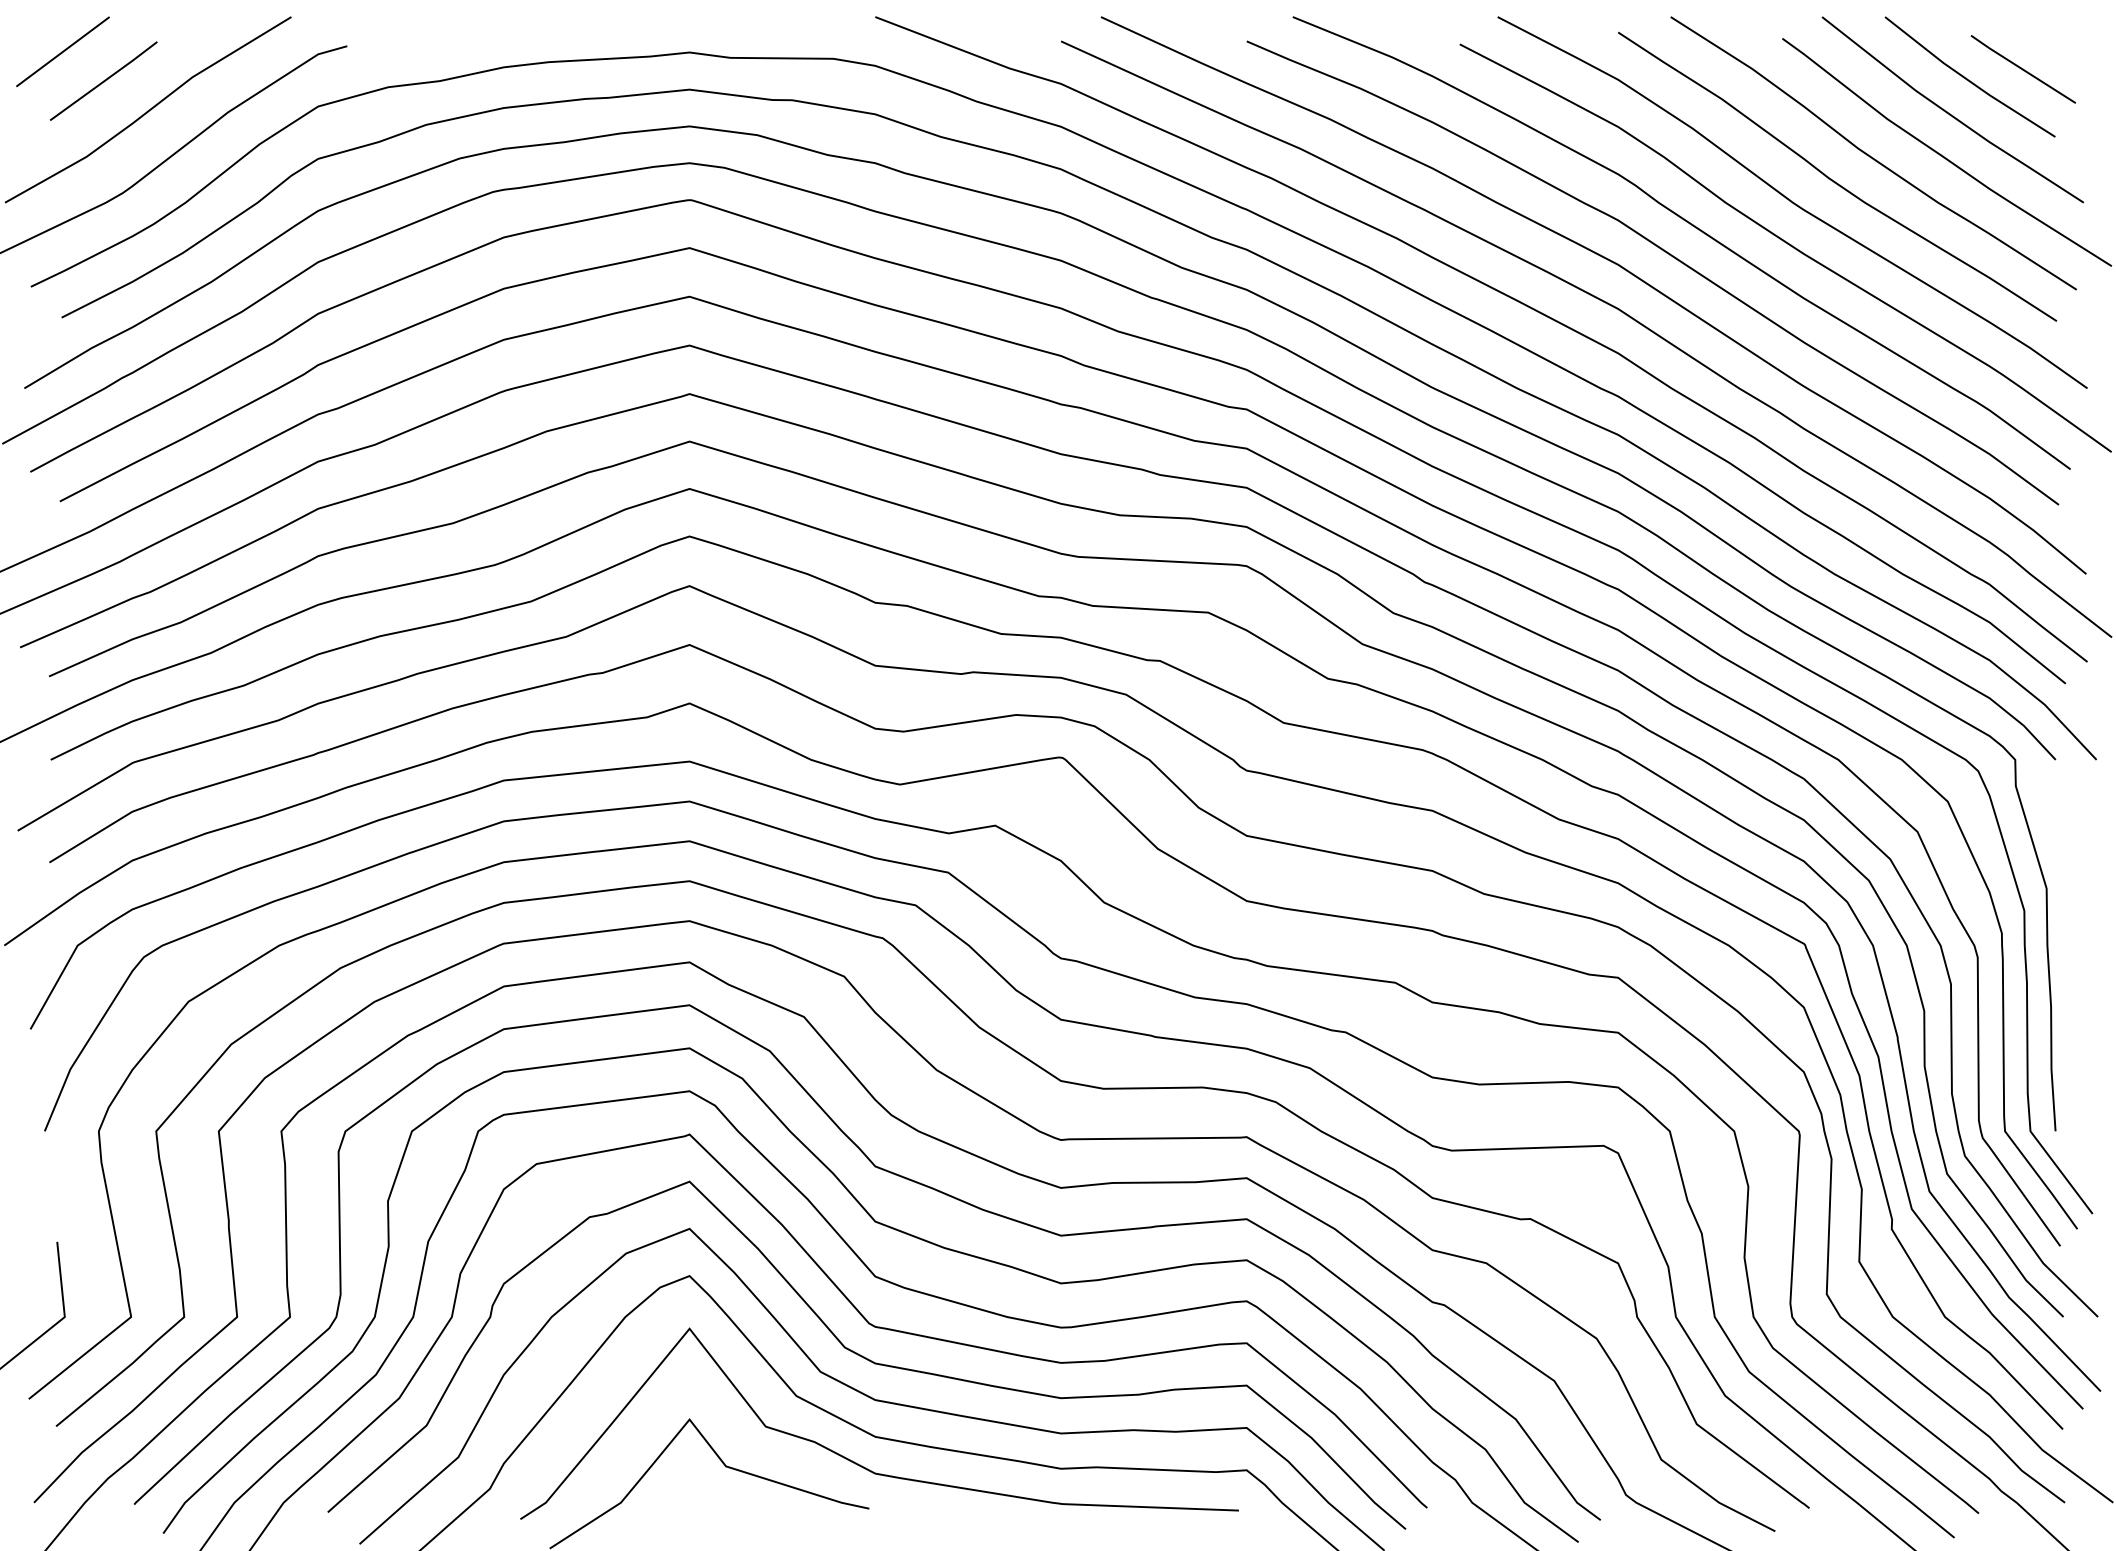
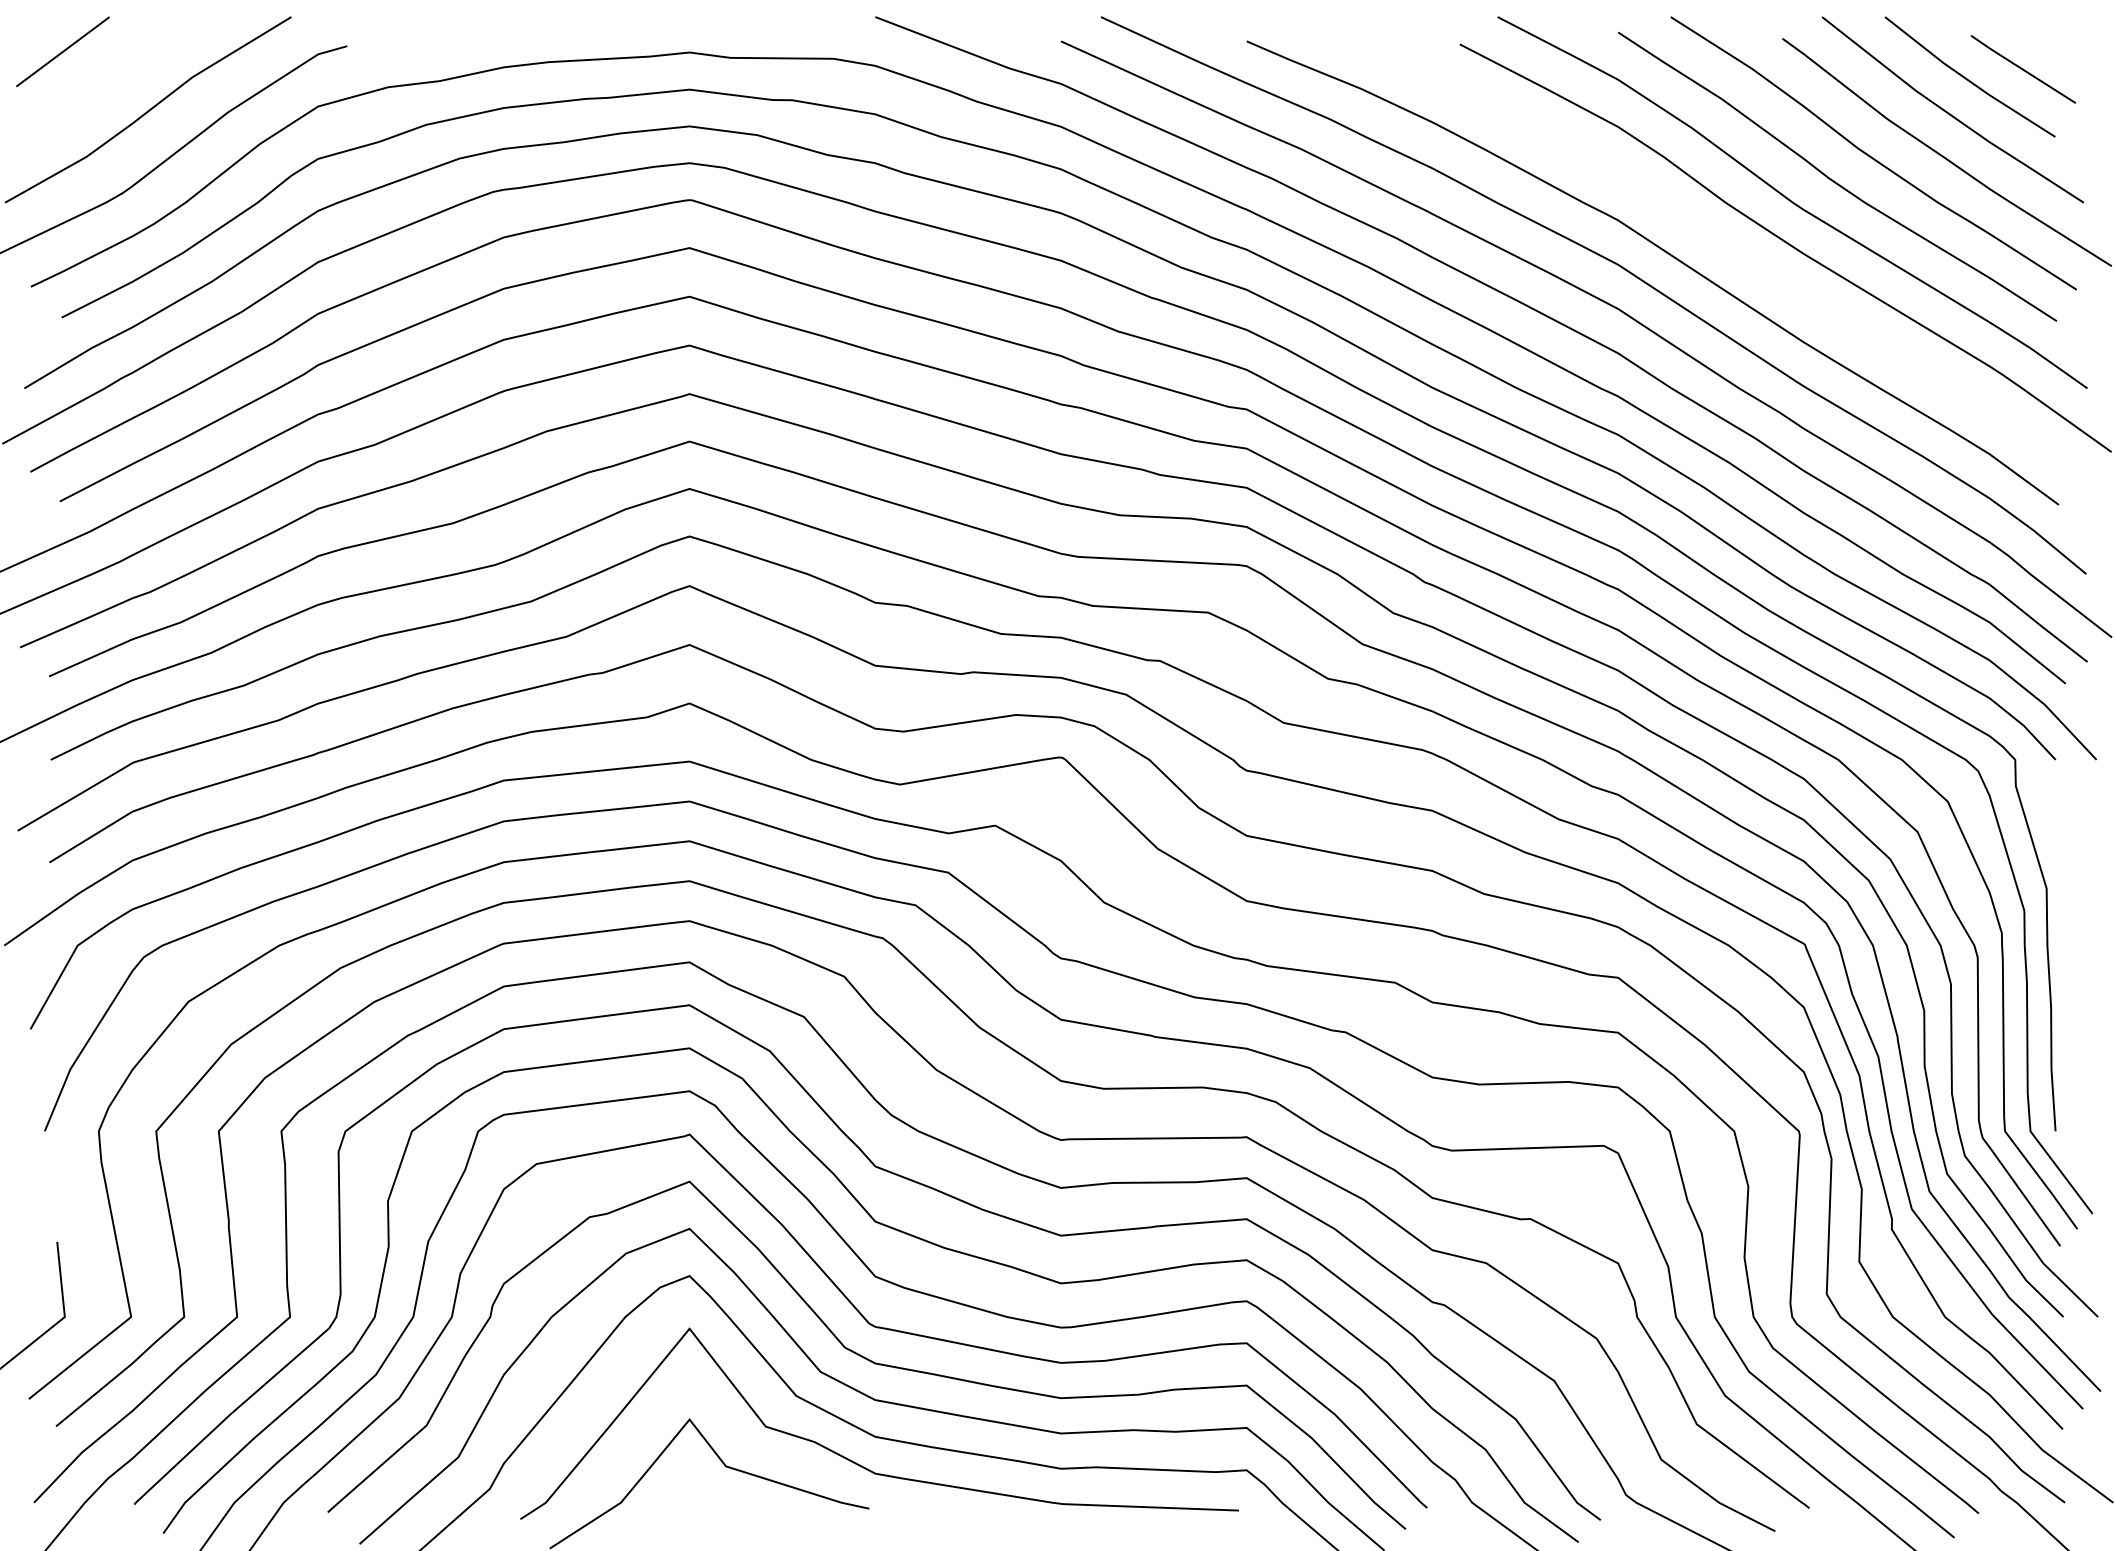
line at (103, 80): present -> none
curve at (1692, 226): present -> none
